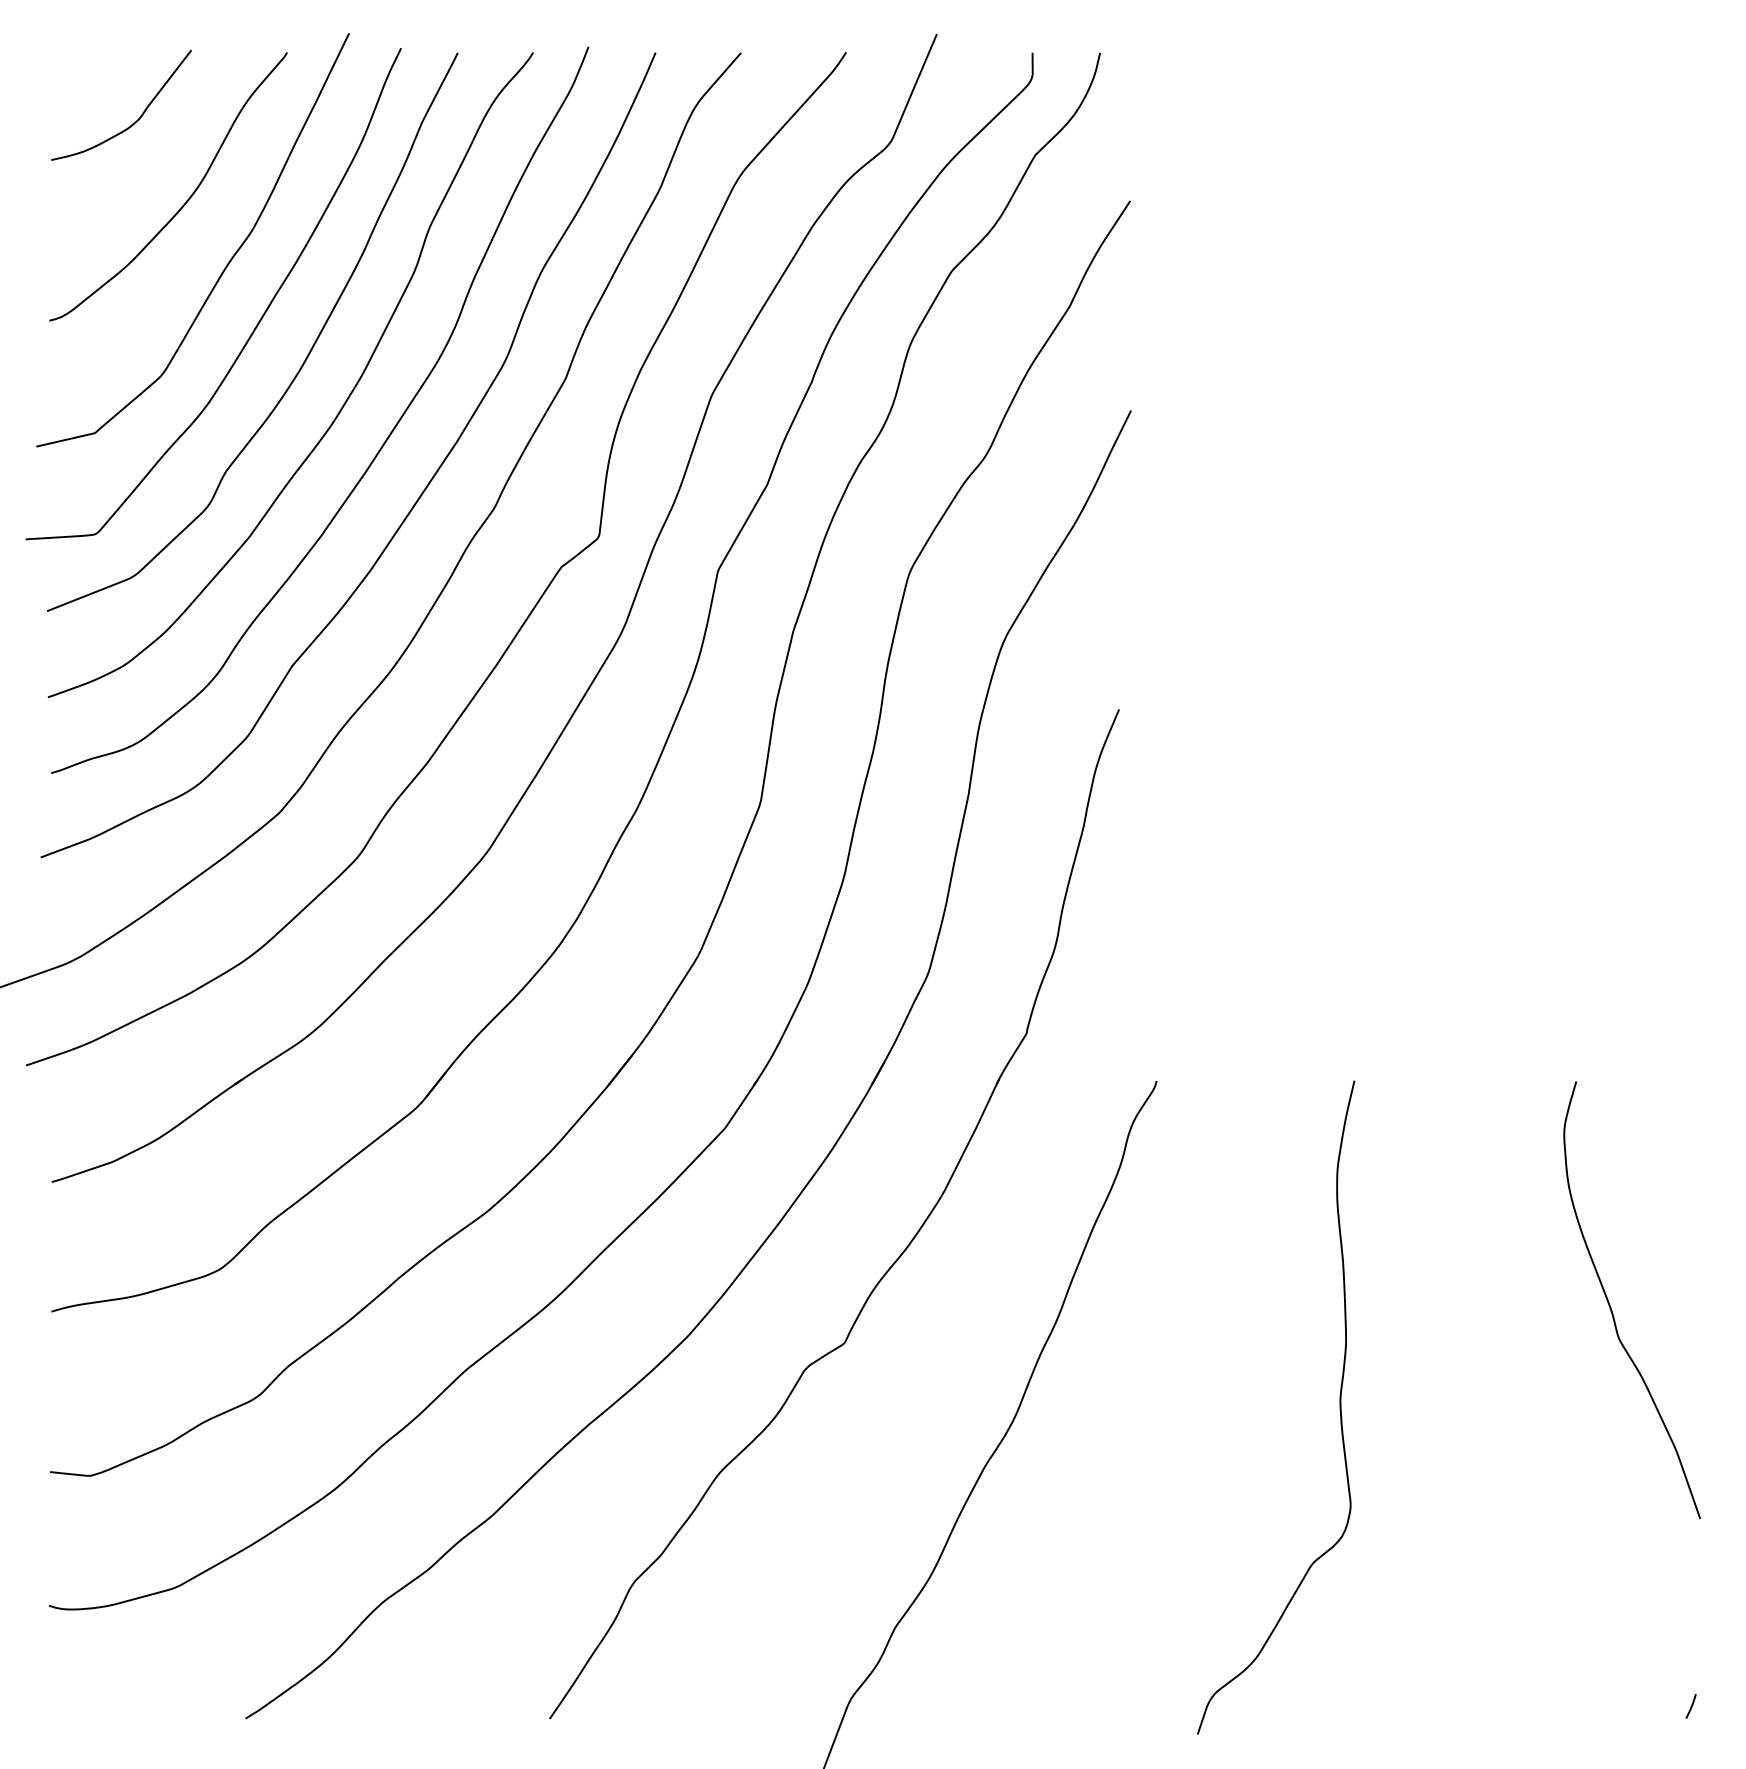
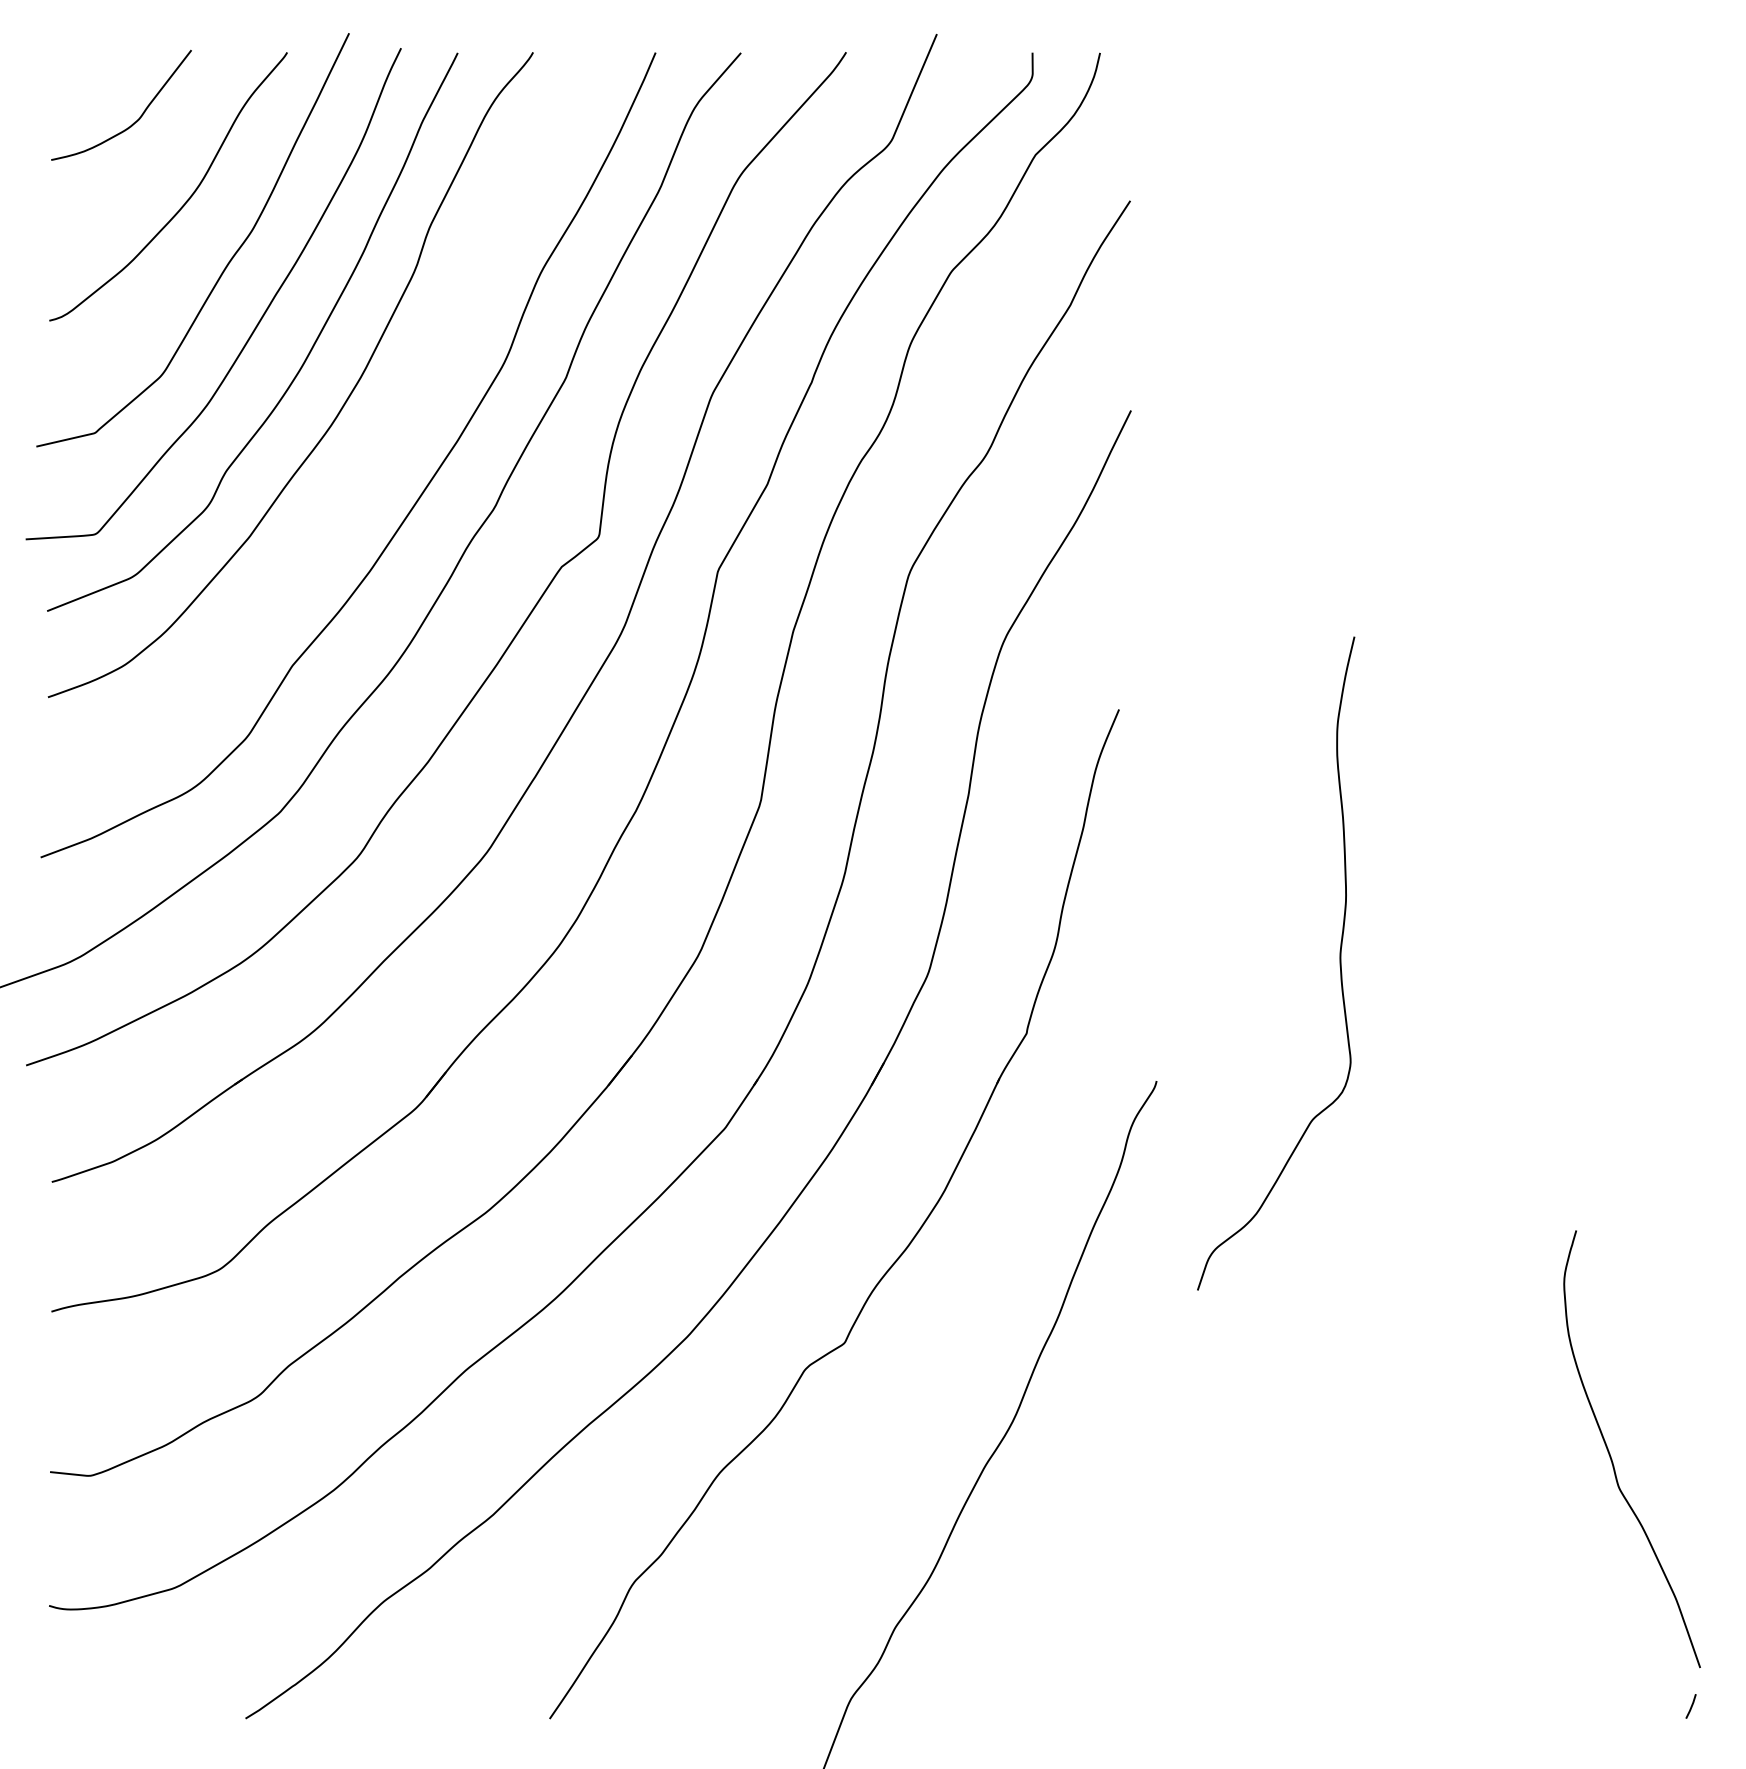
curve at (380, 447): present -> none
curve at (1611, 1307) position: (1611, 1307) -> (1611, 1456)
curve at (1339, 1407) position: (1339, 1407) -> (1339, 963)
